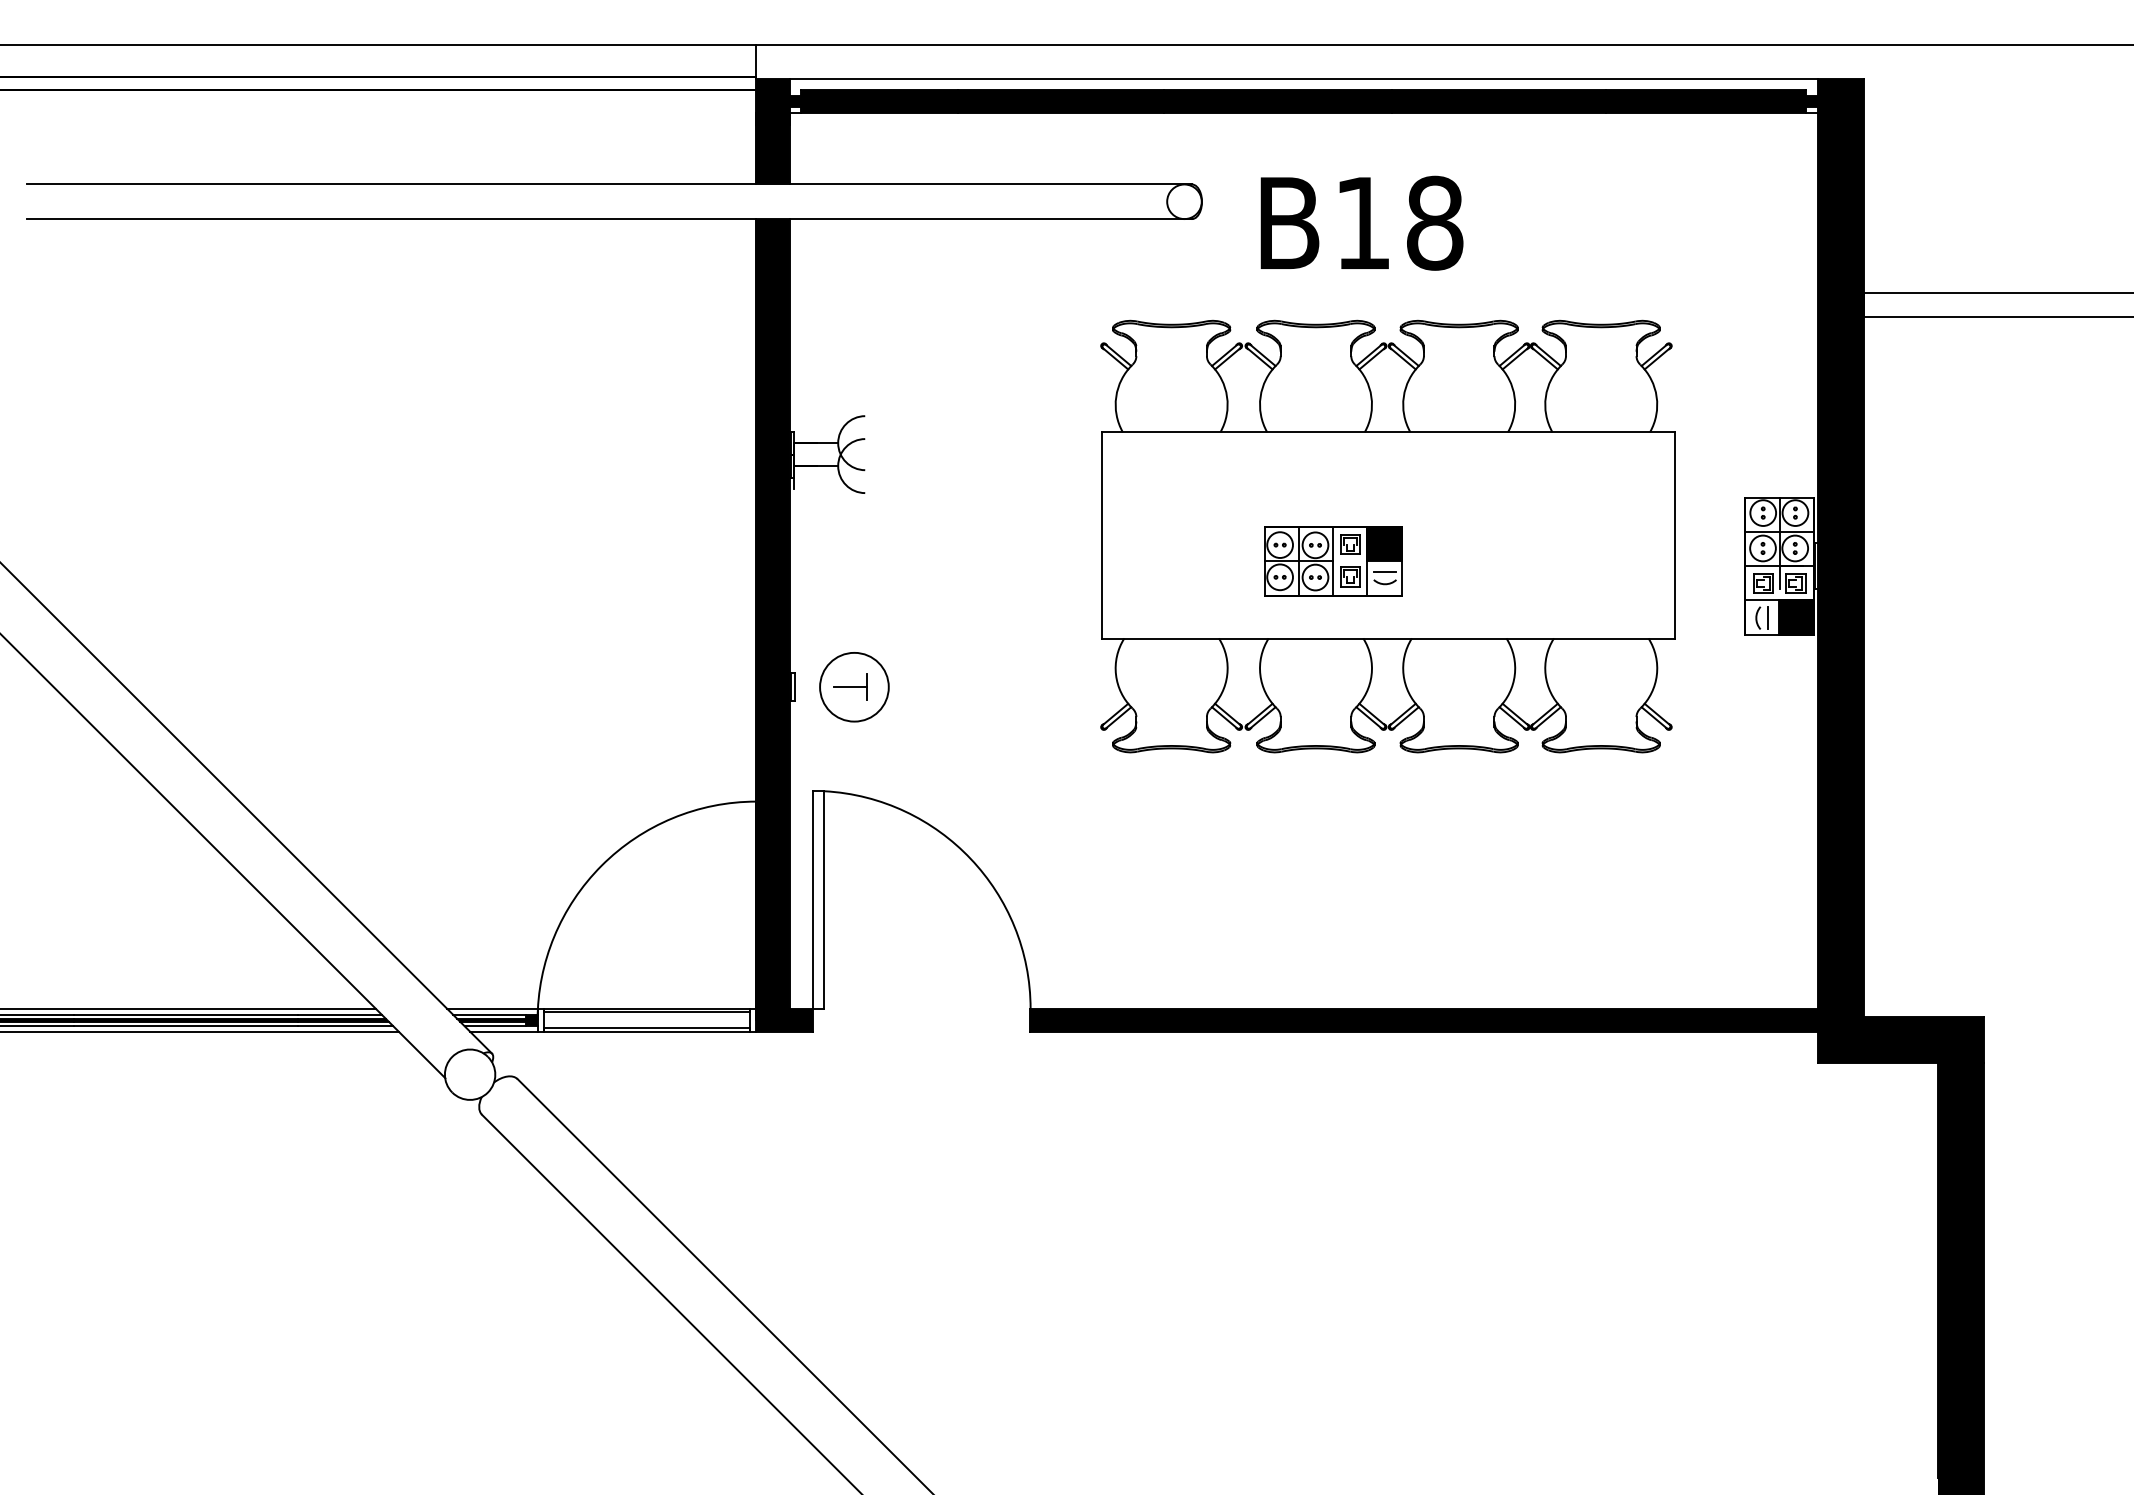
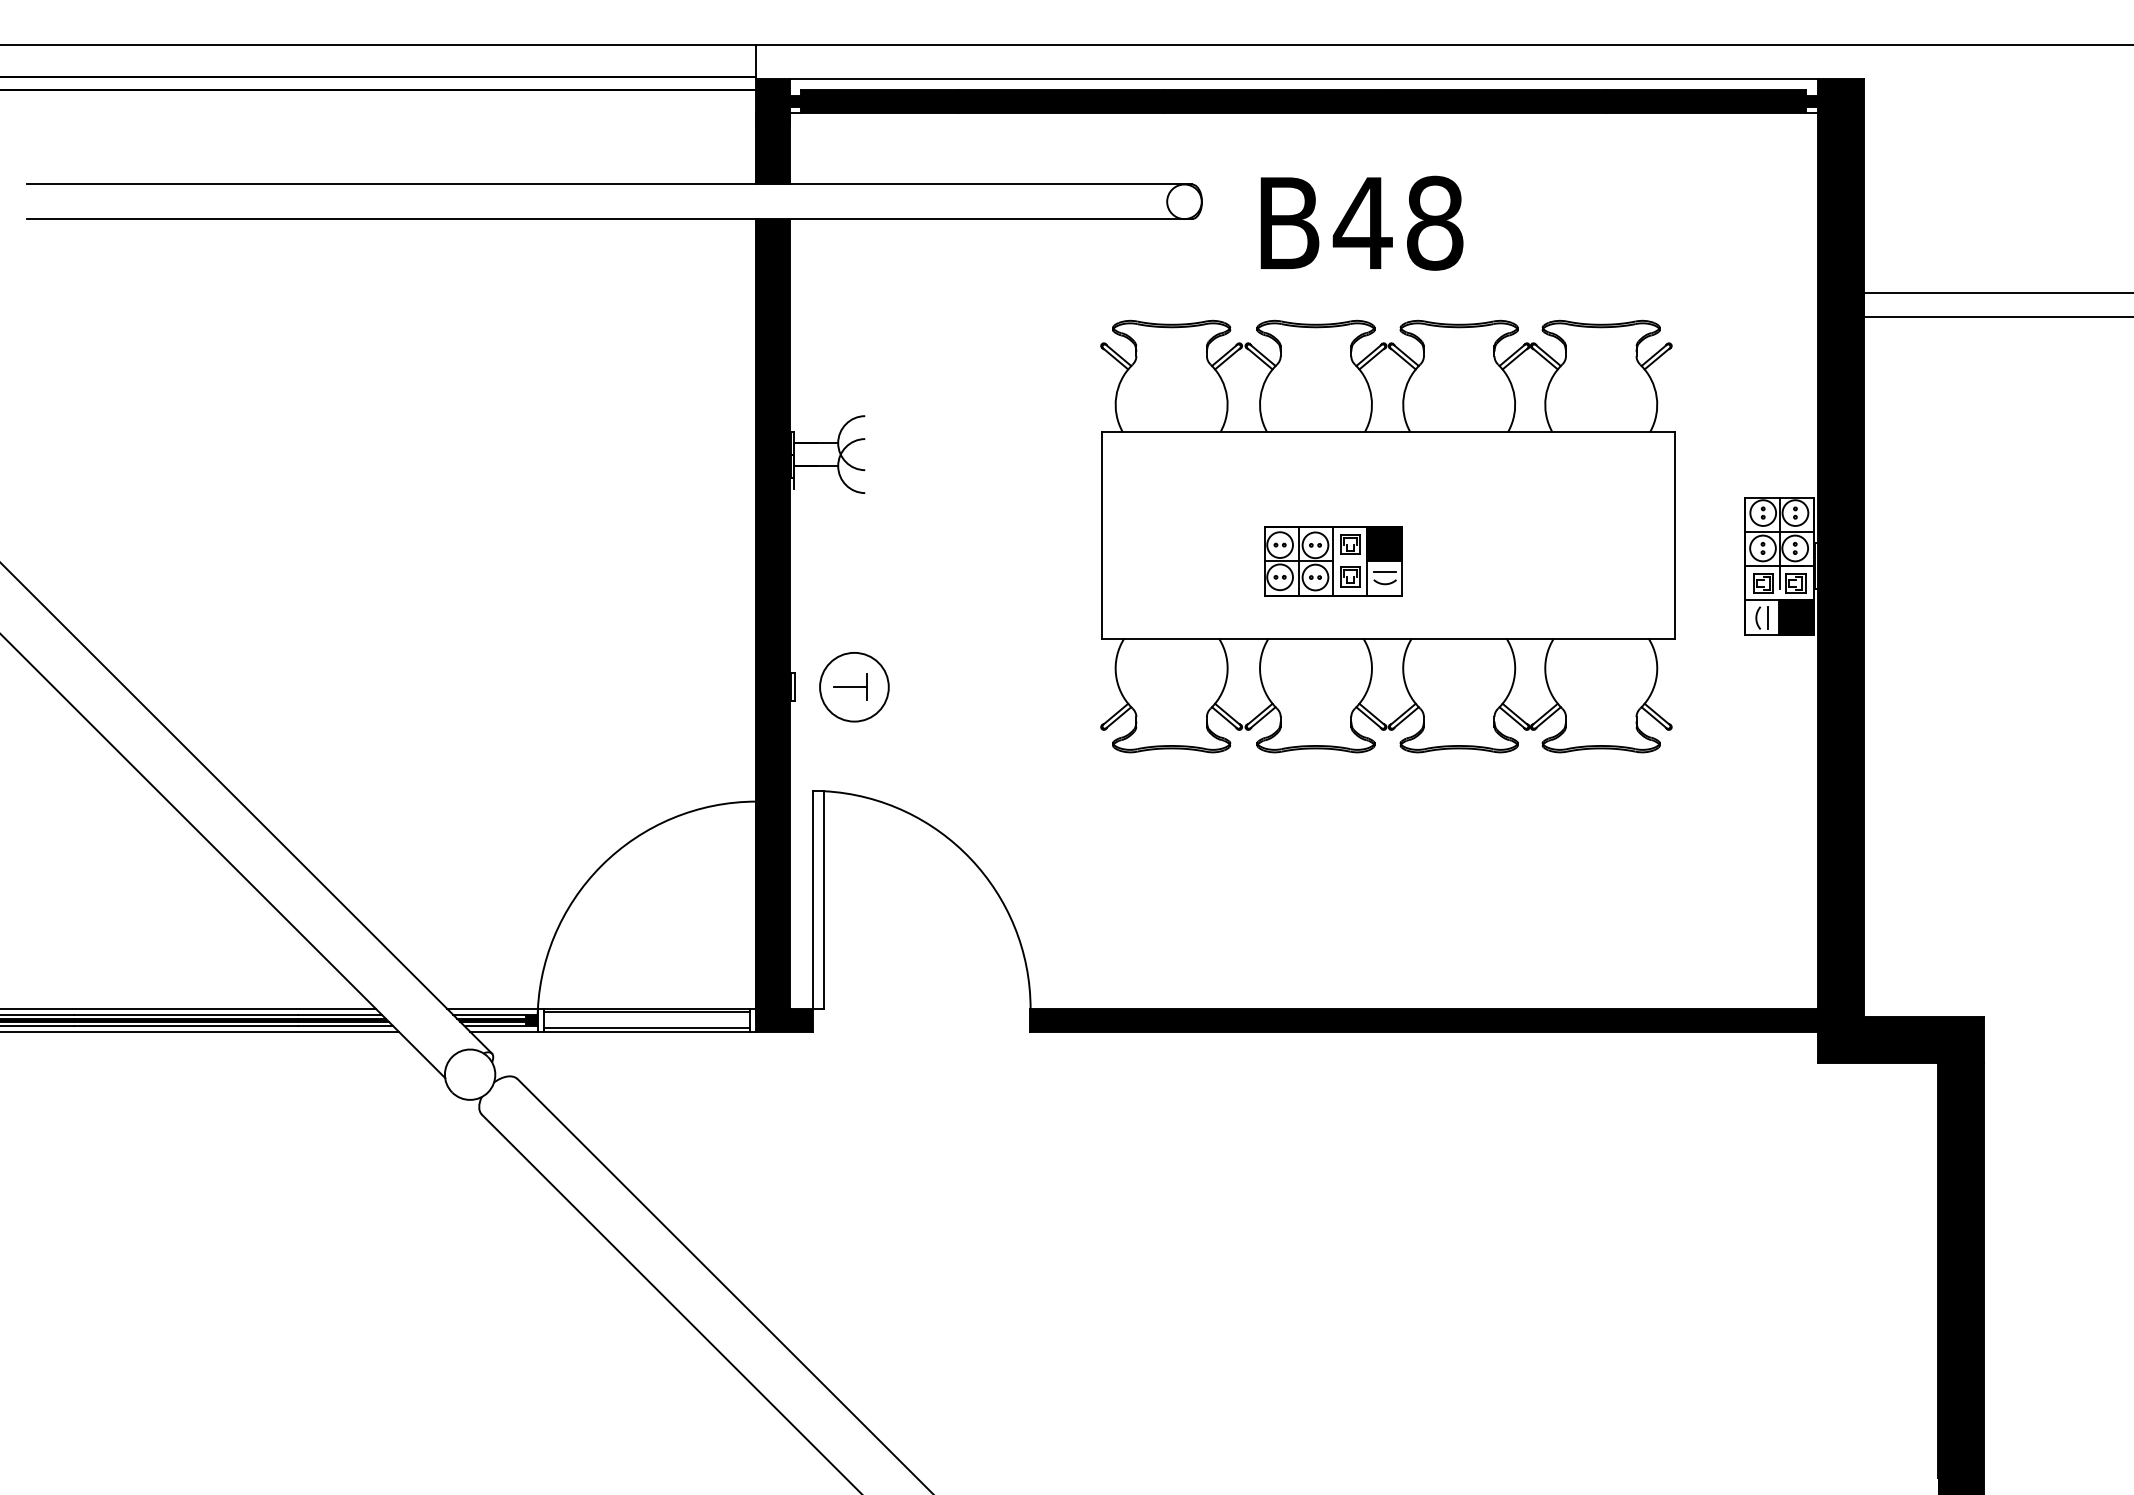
text at (1362, 222): B18 -> B48
